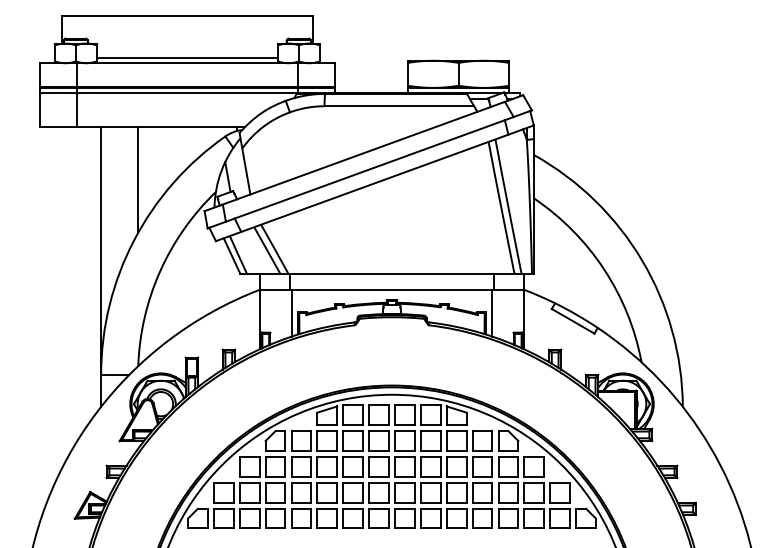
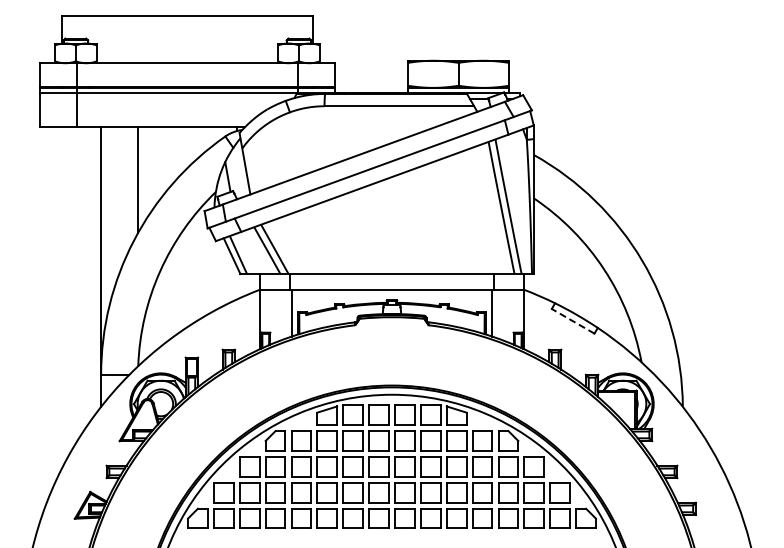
line at (187, 58): present -> none
line at (573, 321): solid -> dashed
